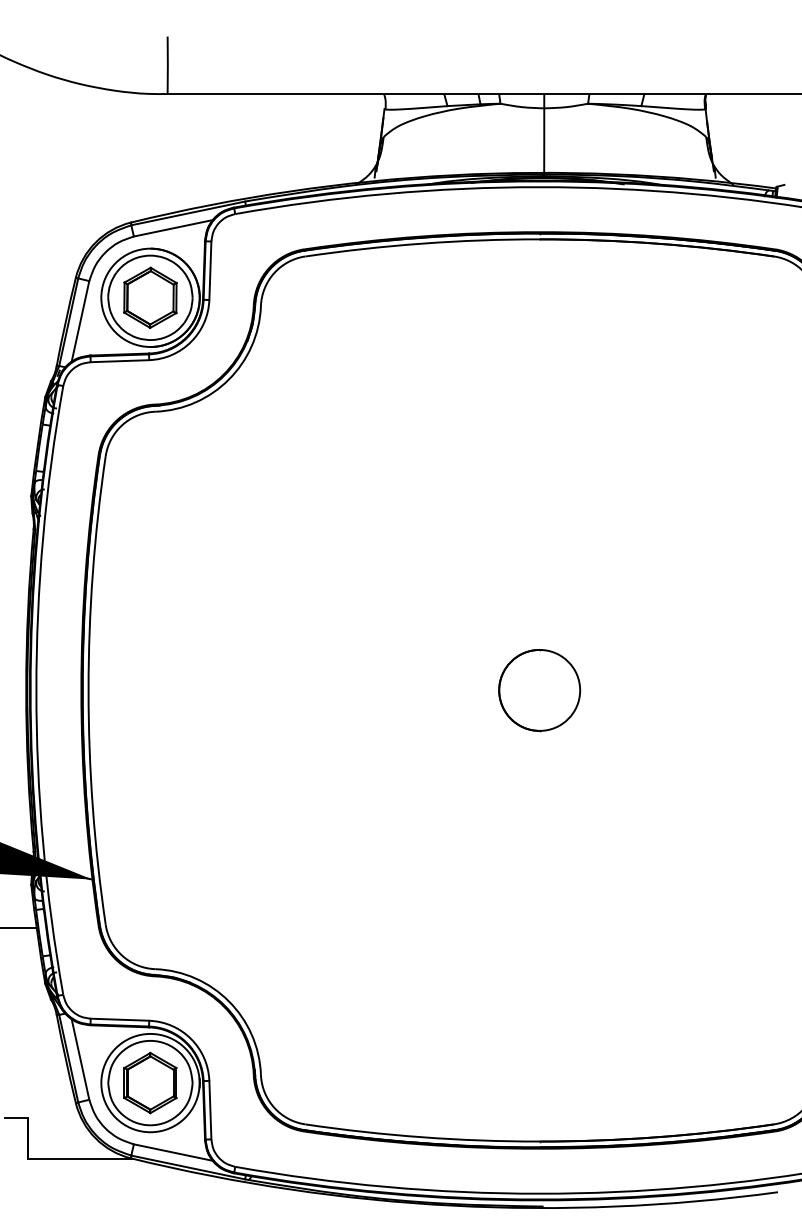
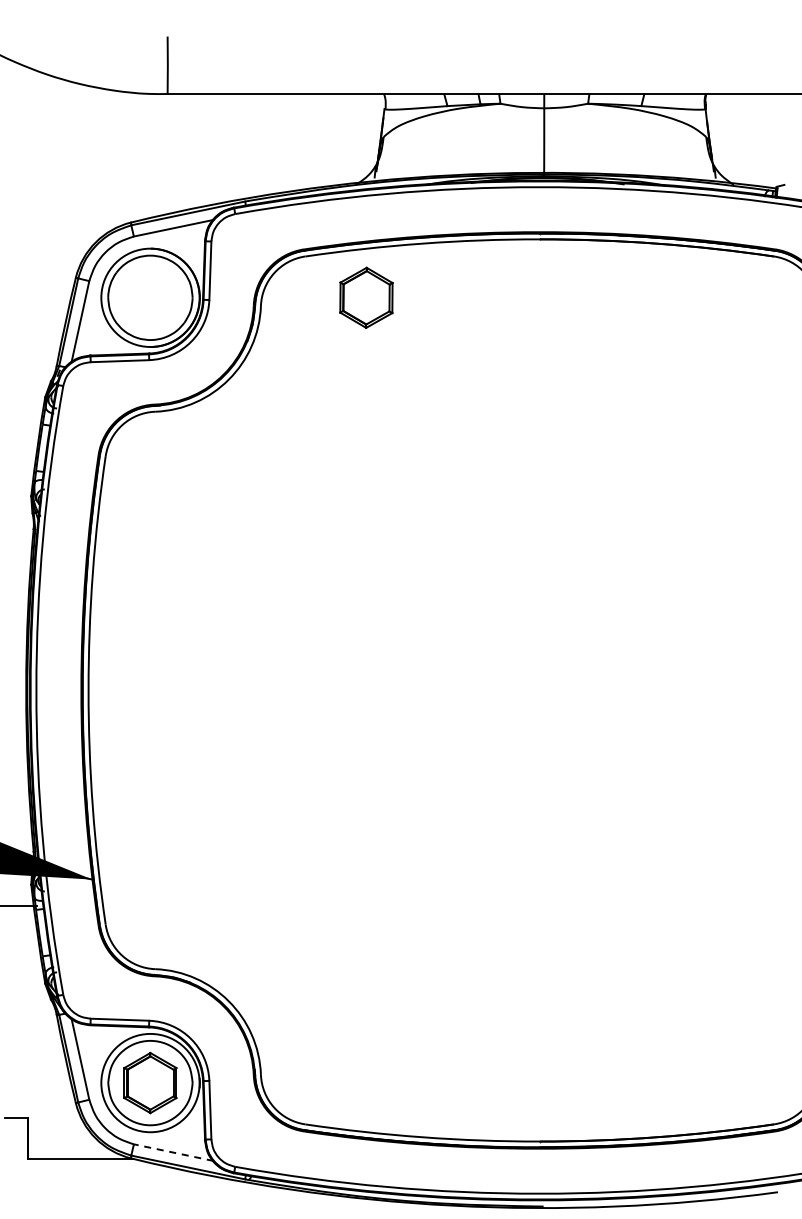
part at (150, 297) position: (150, 297) -> (366, 297)
part at (539, 690): present -> none
line at (19, 927) position: (19, 927) -> (19, 905)
line at (173, 1152): solid -> dashed
